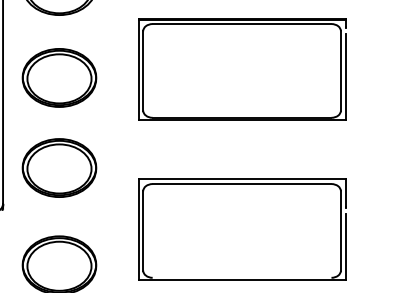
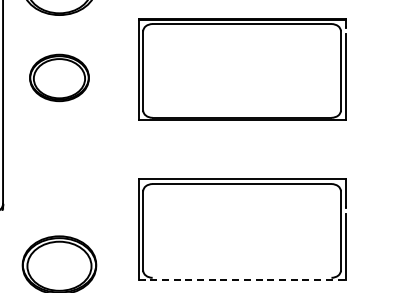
part at (59, 77) size: 77x60 px -> 61x50 px
part at (59, 167): present -> none
line at (242, 279): solid -> dashed
